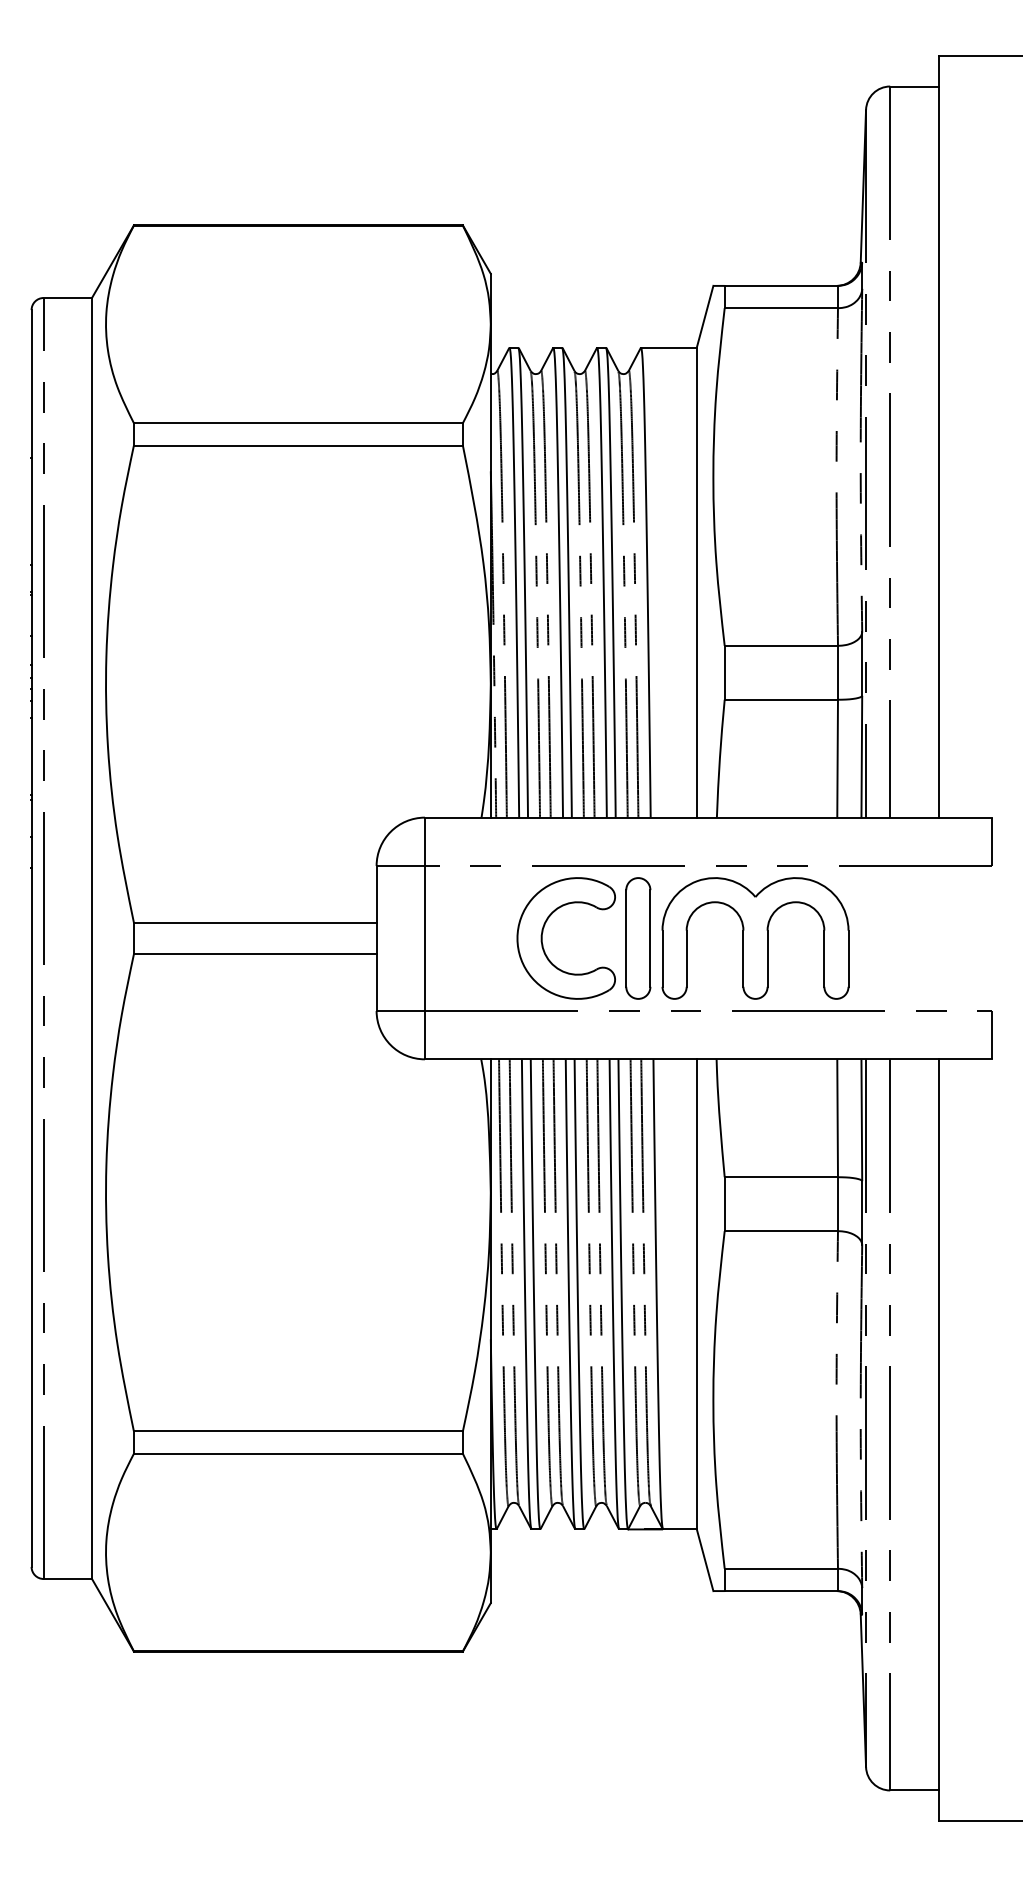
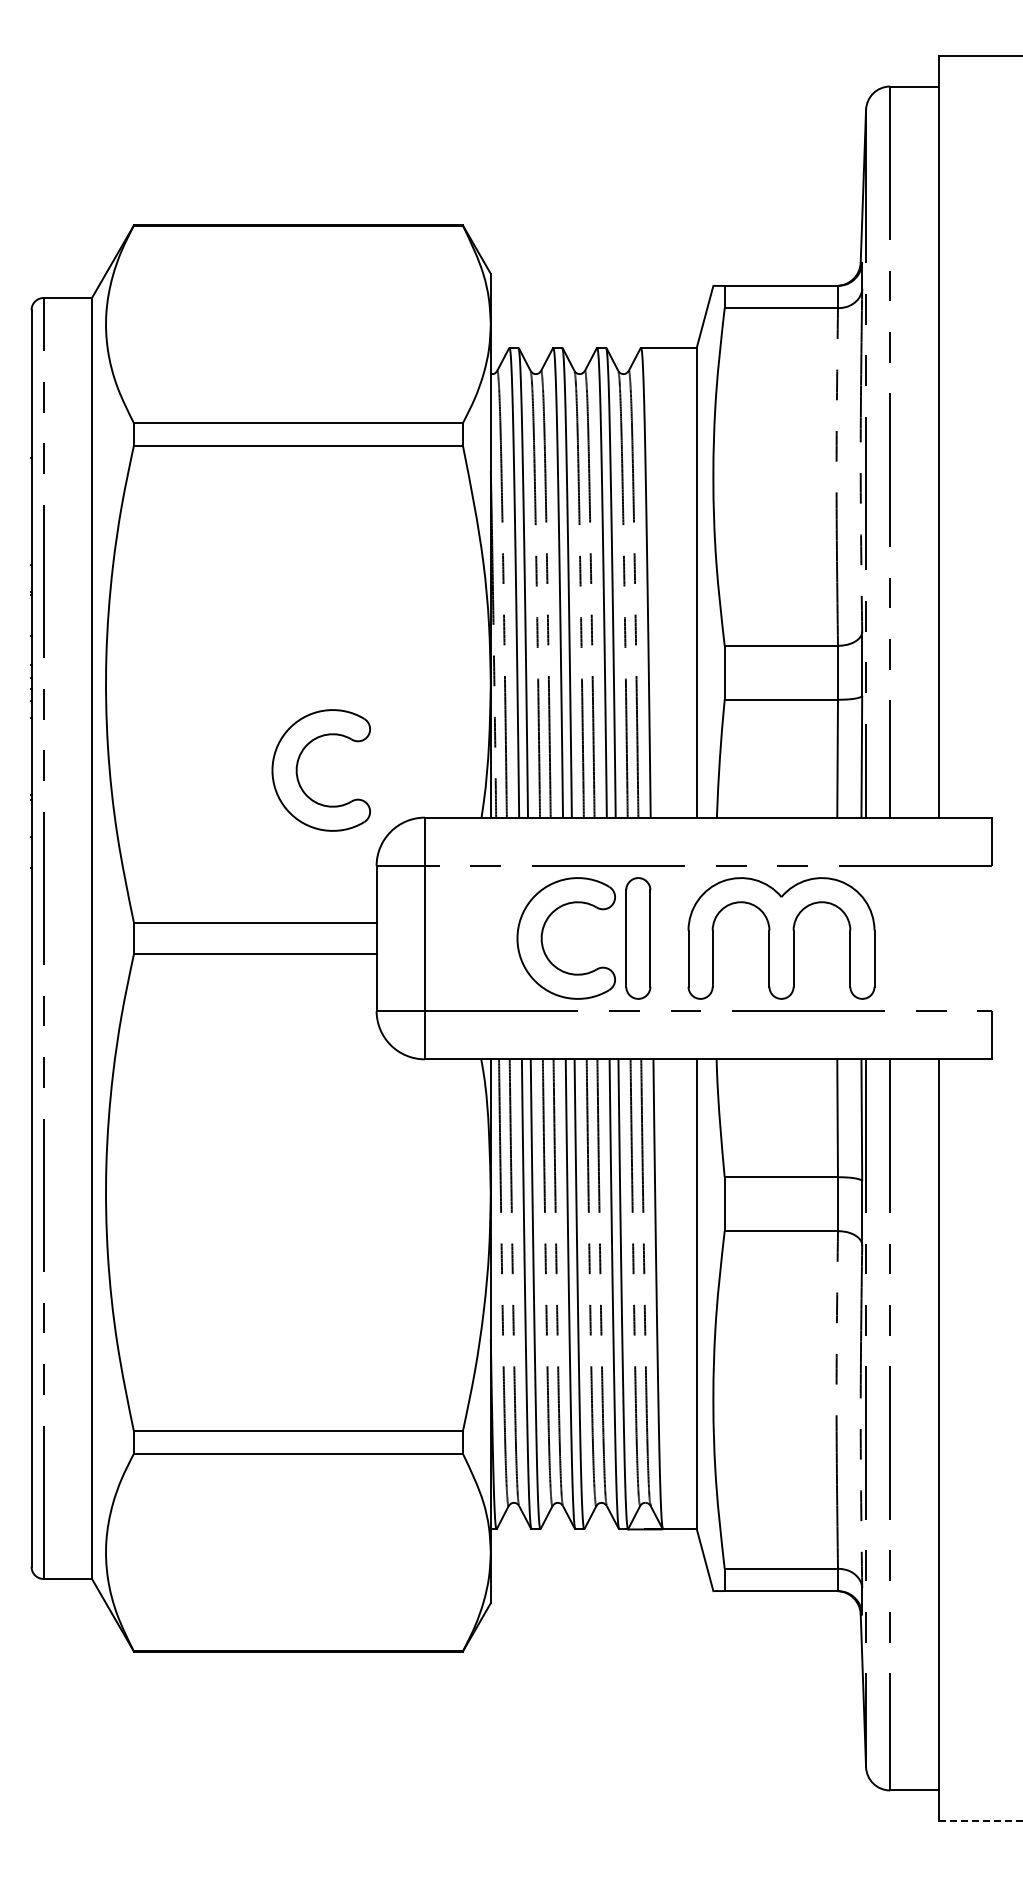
part at (298, 764): none -> present
part at (755, 938) position: (755, 938) -> (781, 938)
line at (980, 1820): solid -> dashed
